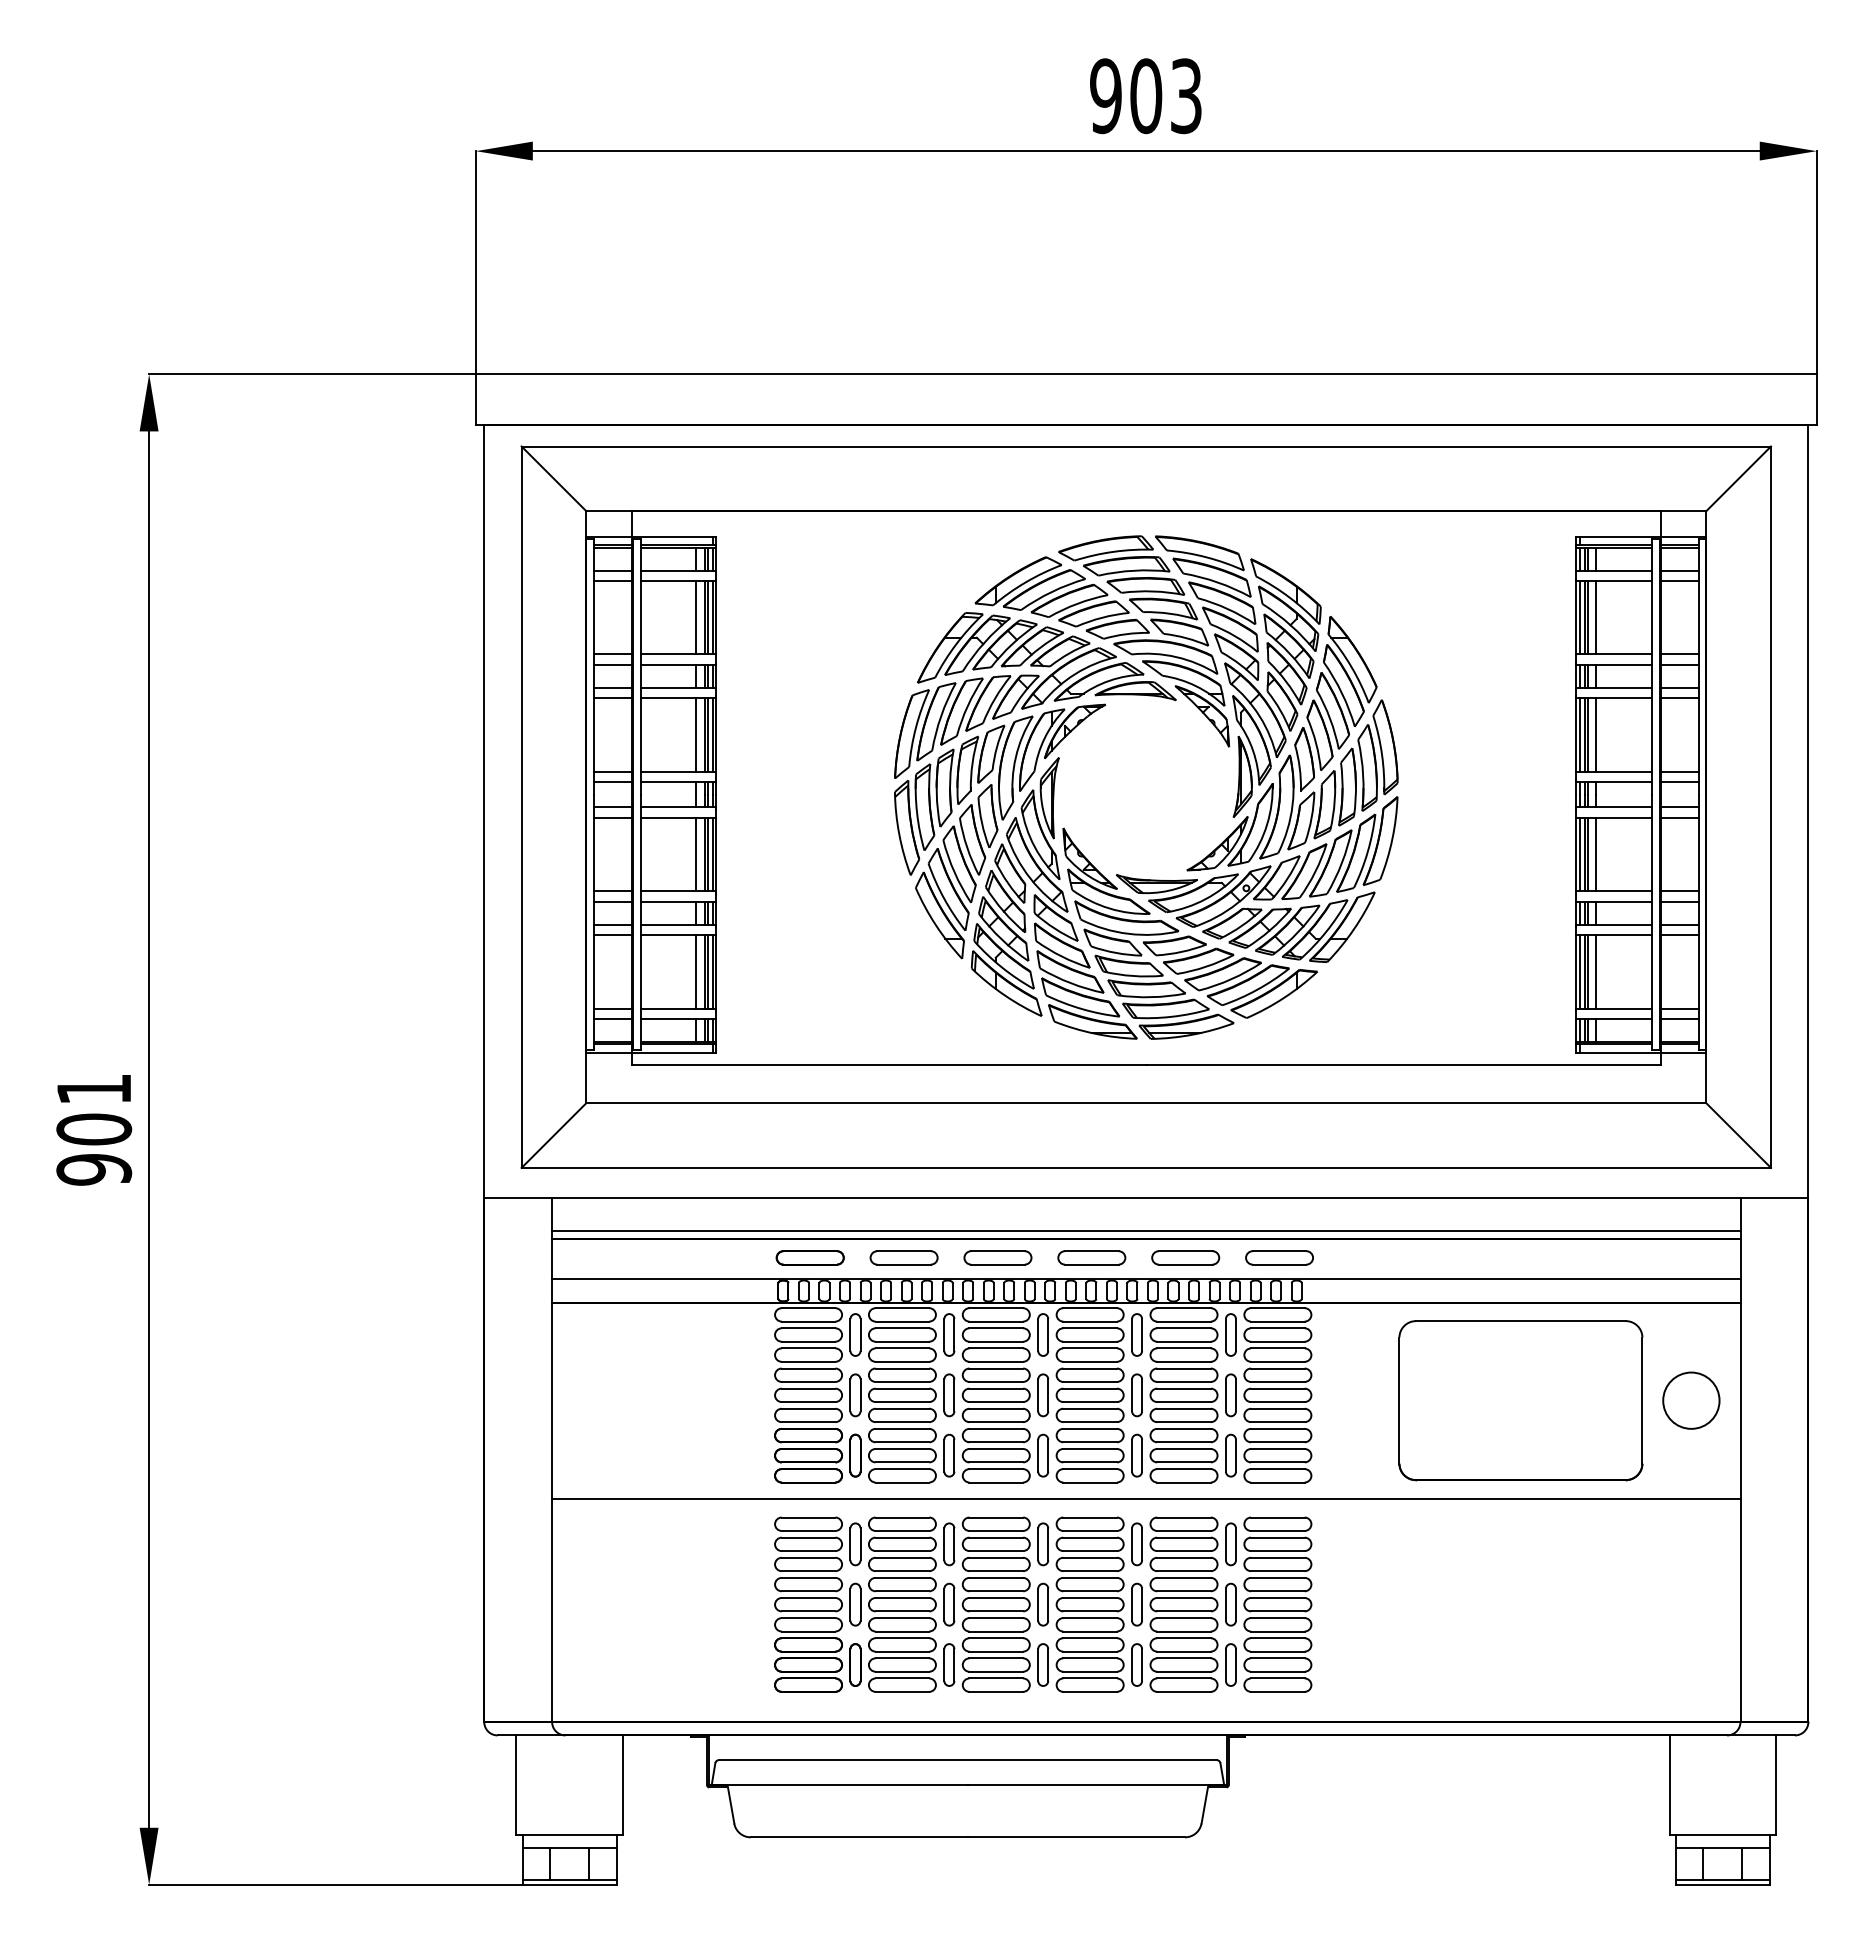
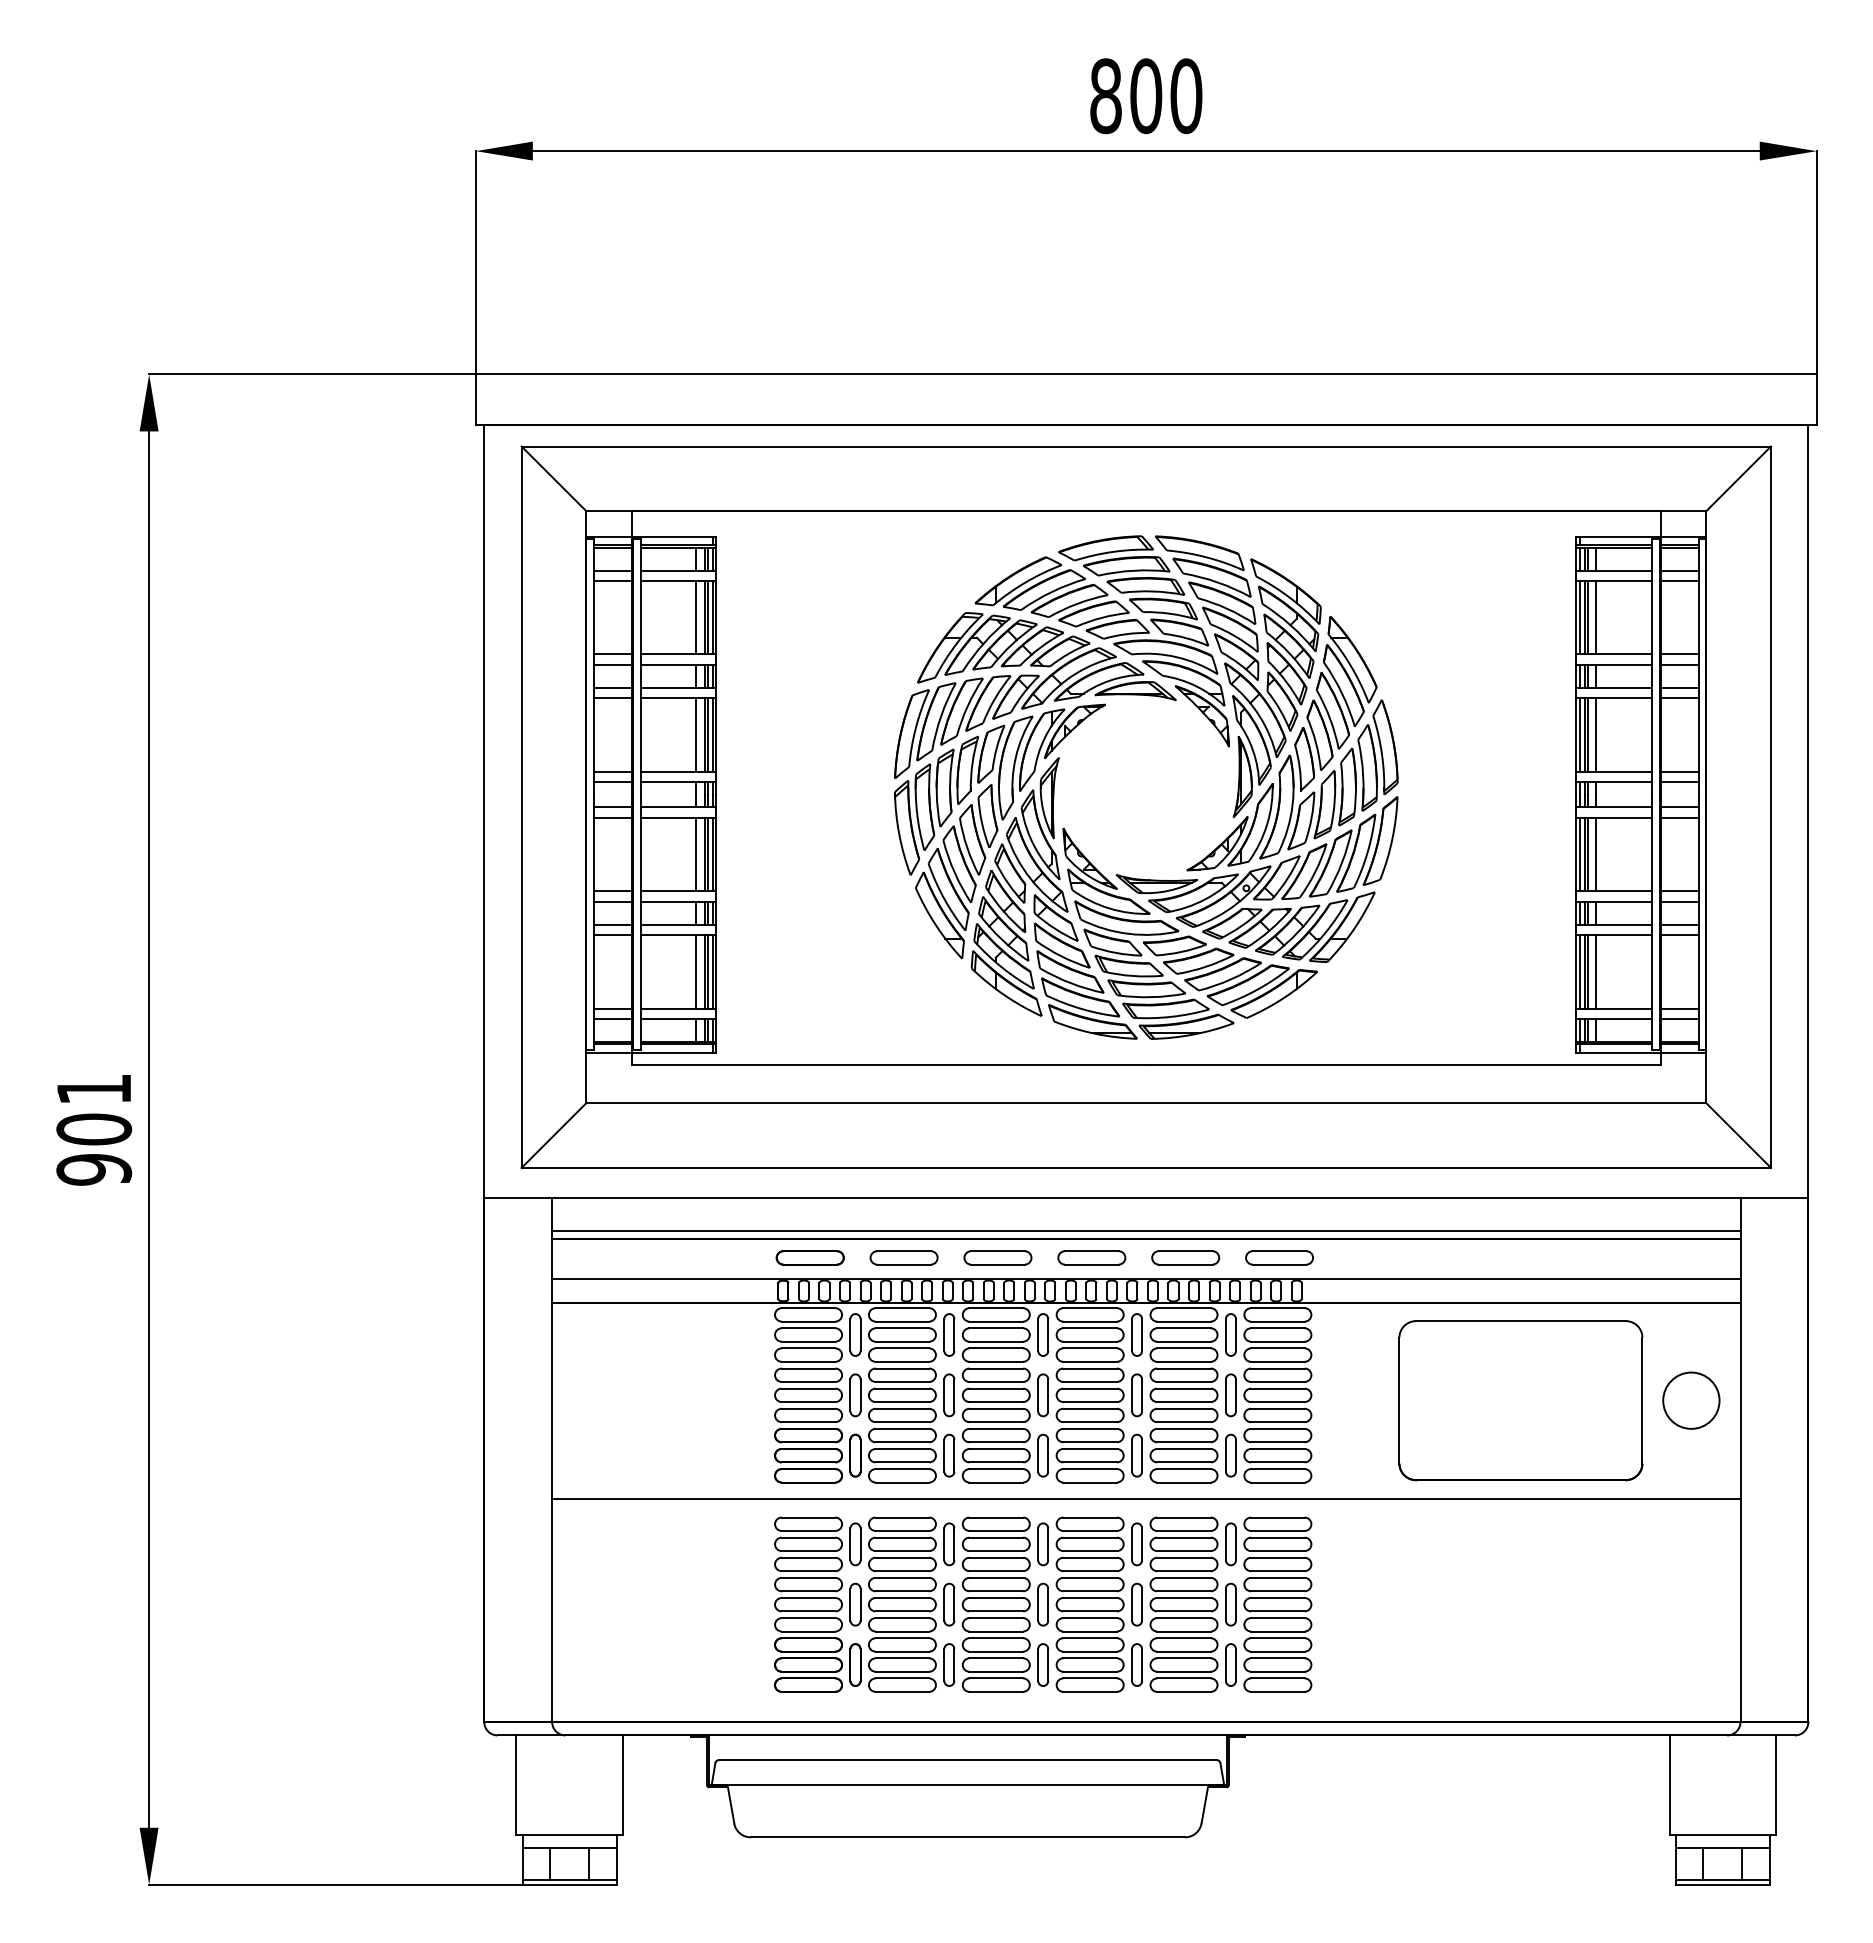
text at (1146, 96): 903 -> 800
